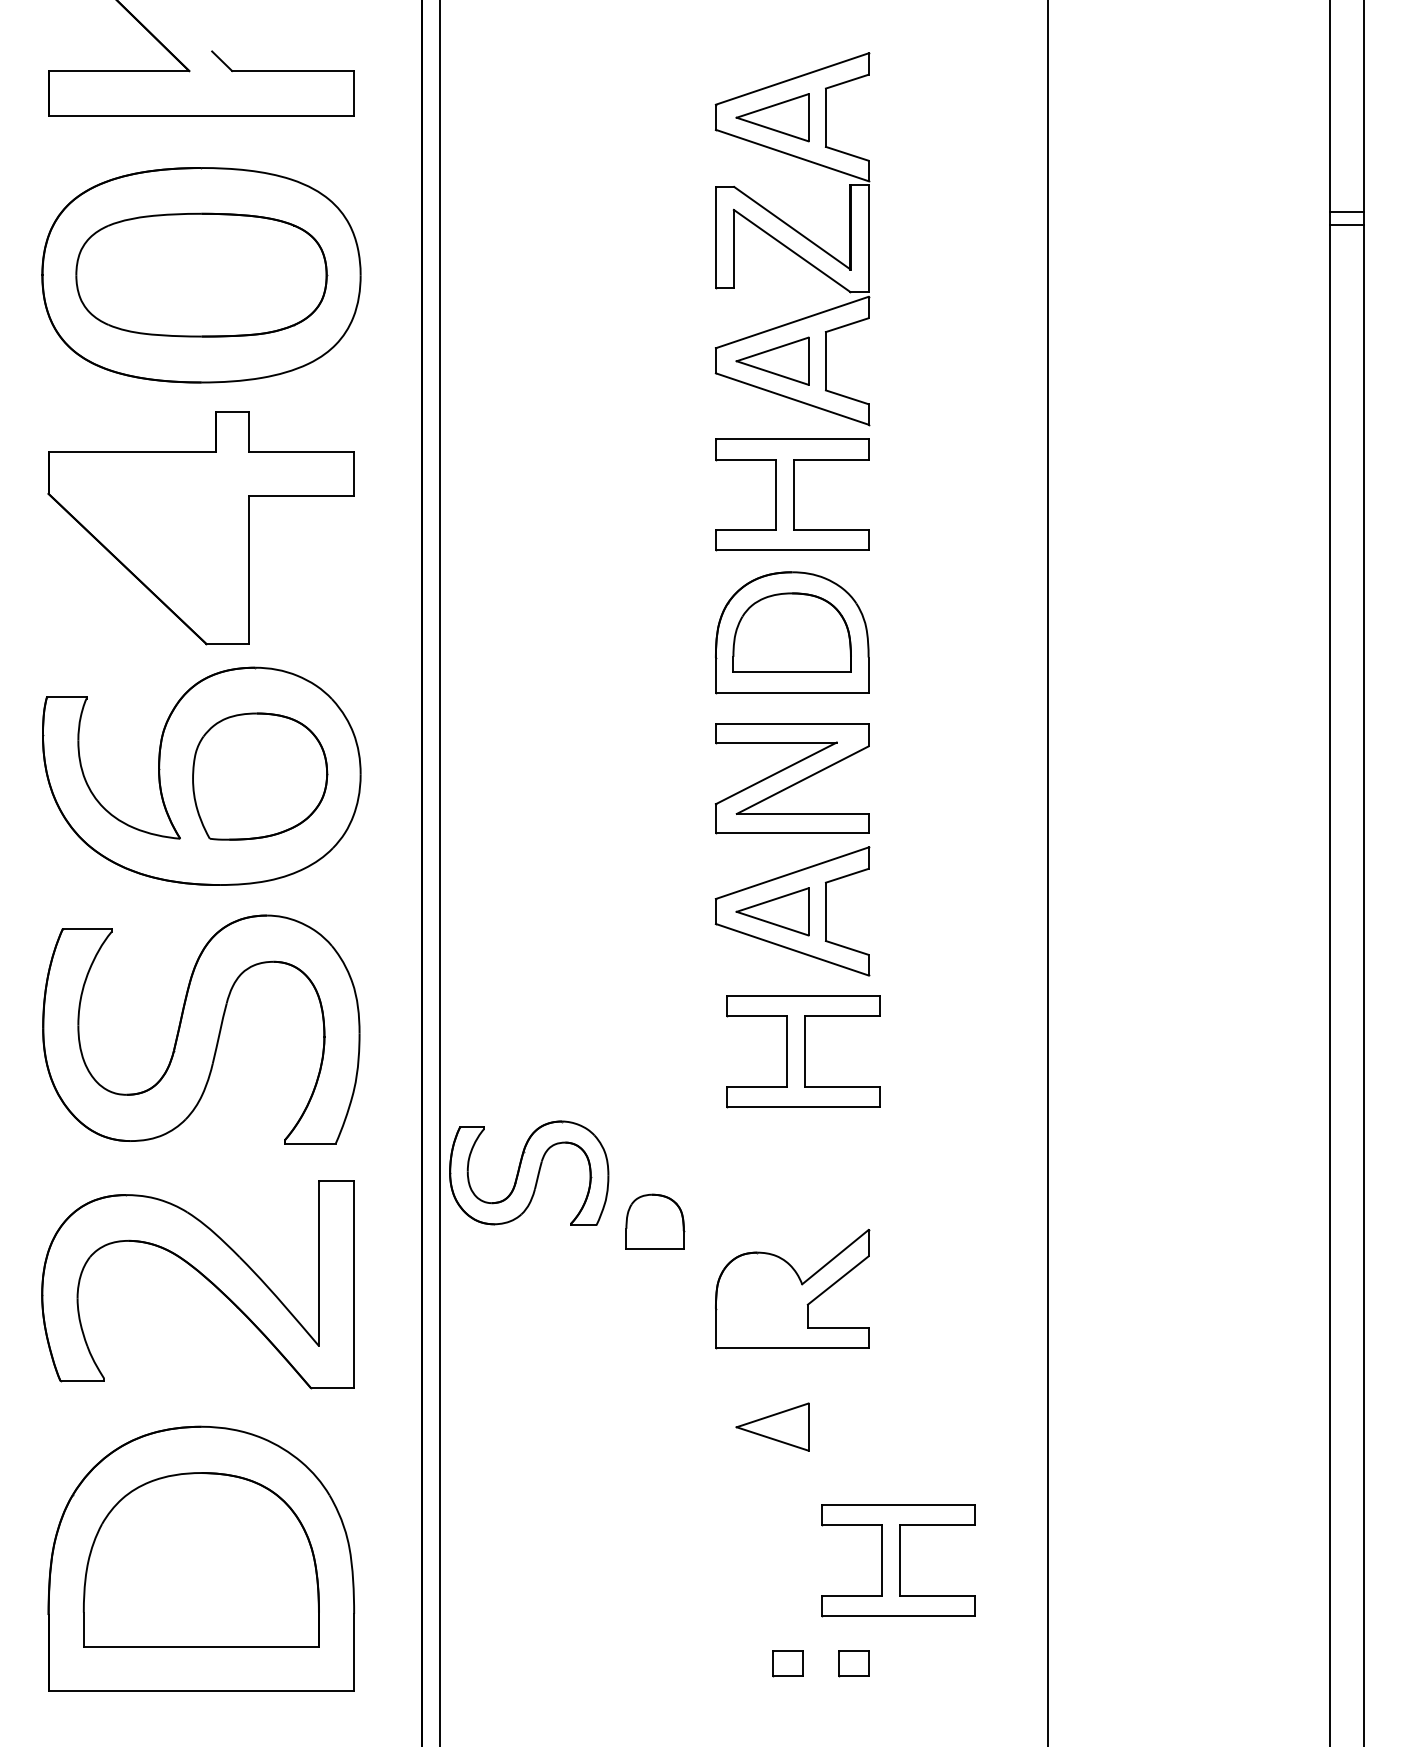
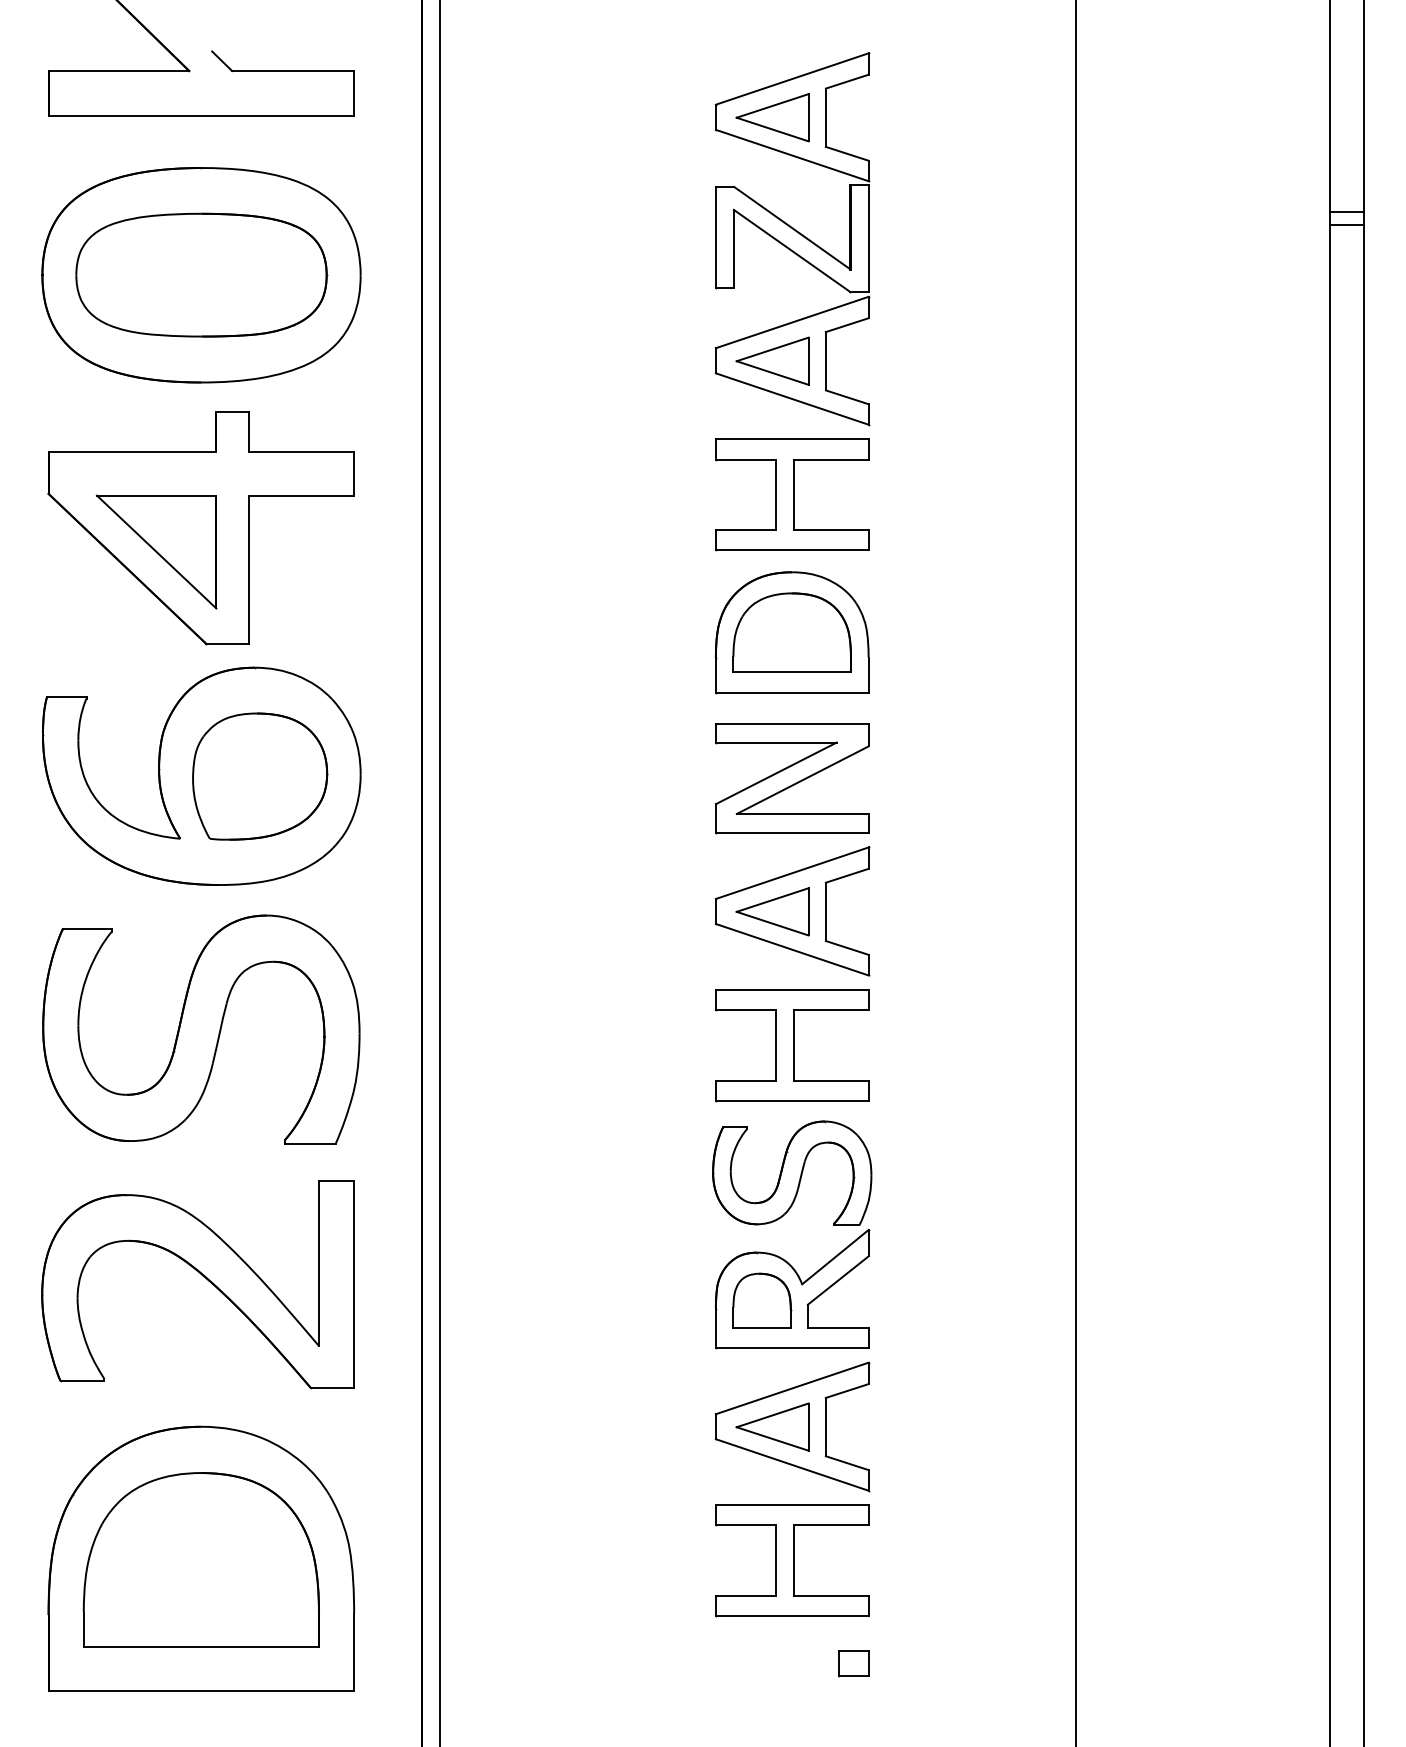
part at (156, 551): none -> present
line at (1048, 872) position: (1048, 872) -> (1076, 872)
part at (803, 1051) position: (803, 1051) -> (792, 1045)
part at (529, 1172) position: (529, 1172) -> (792, 1172)
part at (655, 1221) position: (655, 1221) -> (762, 1300)
part at (792, 1426): none -> present
part at (898, 1560) position: (898, 1560) -> (792, 1560)
part at (787, 1663): present -> none
